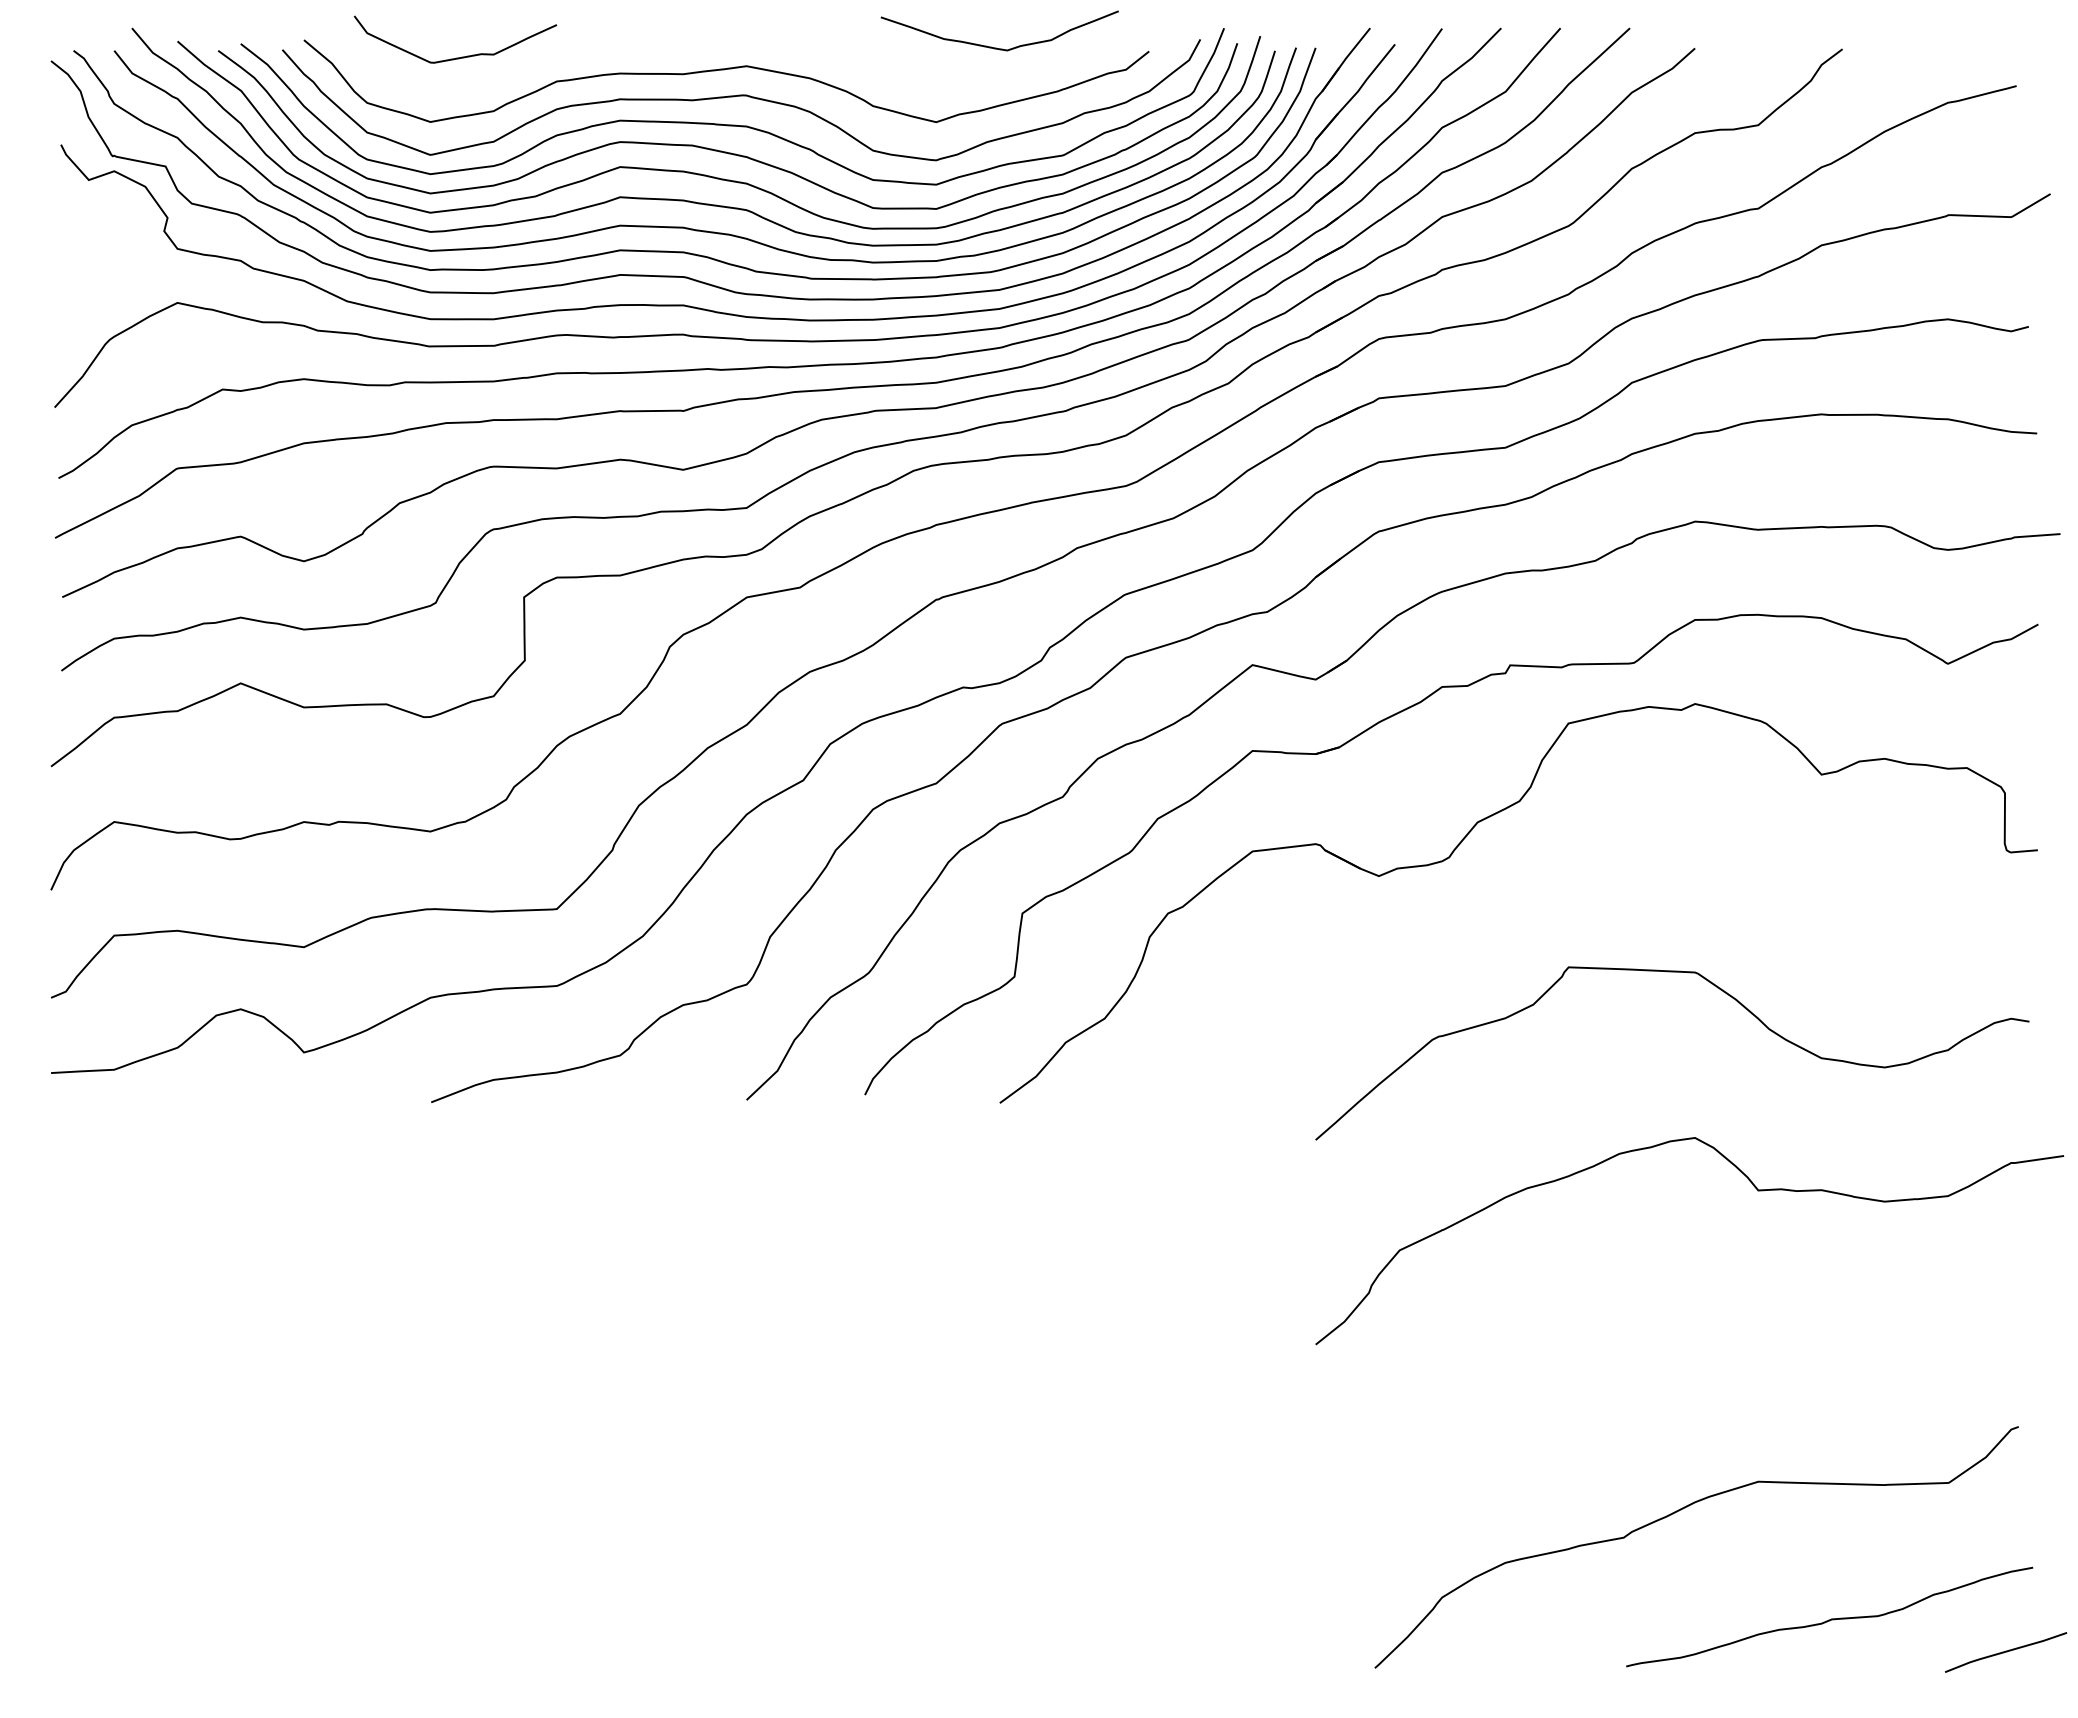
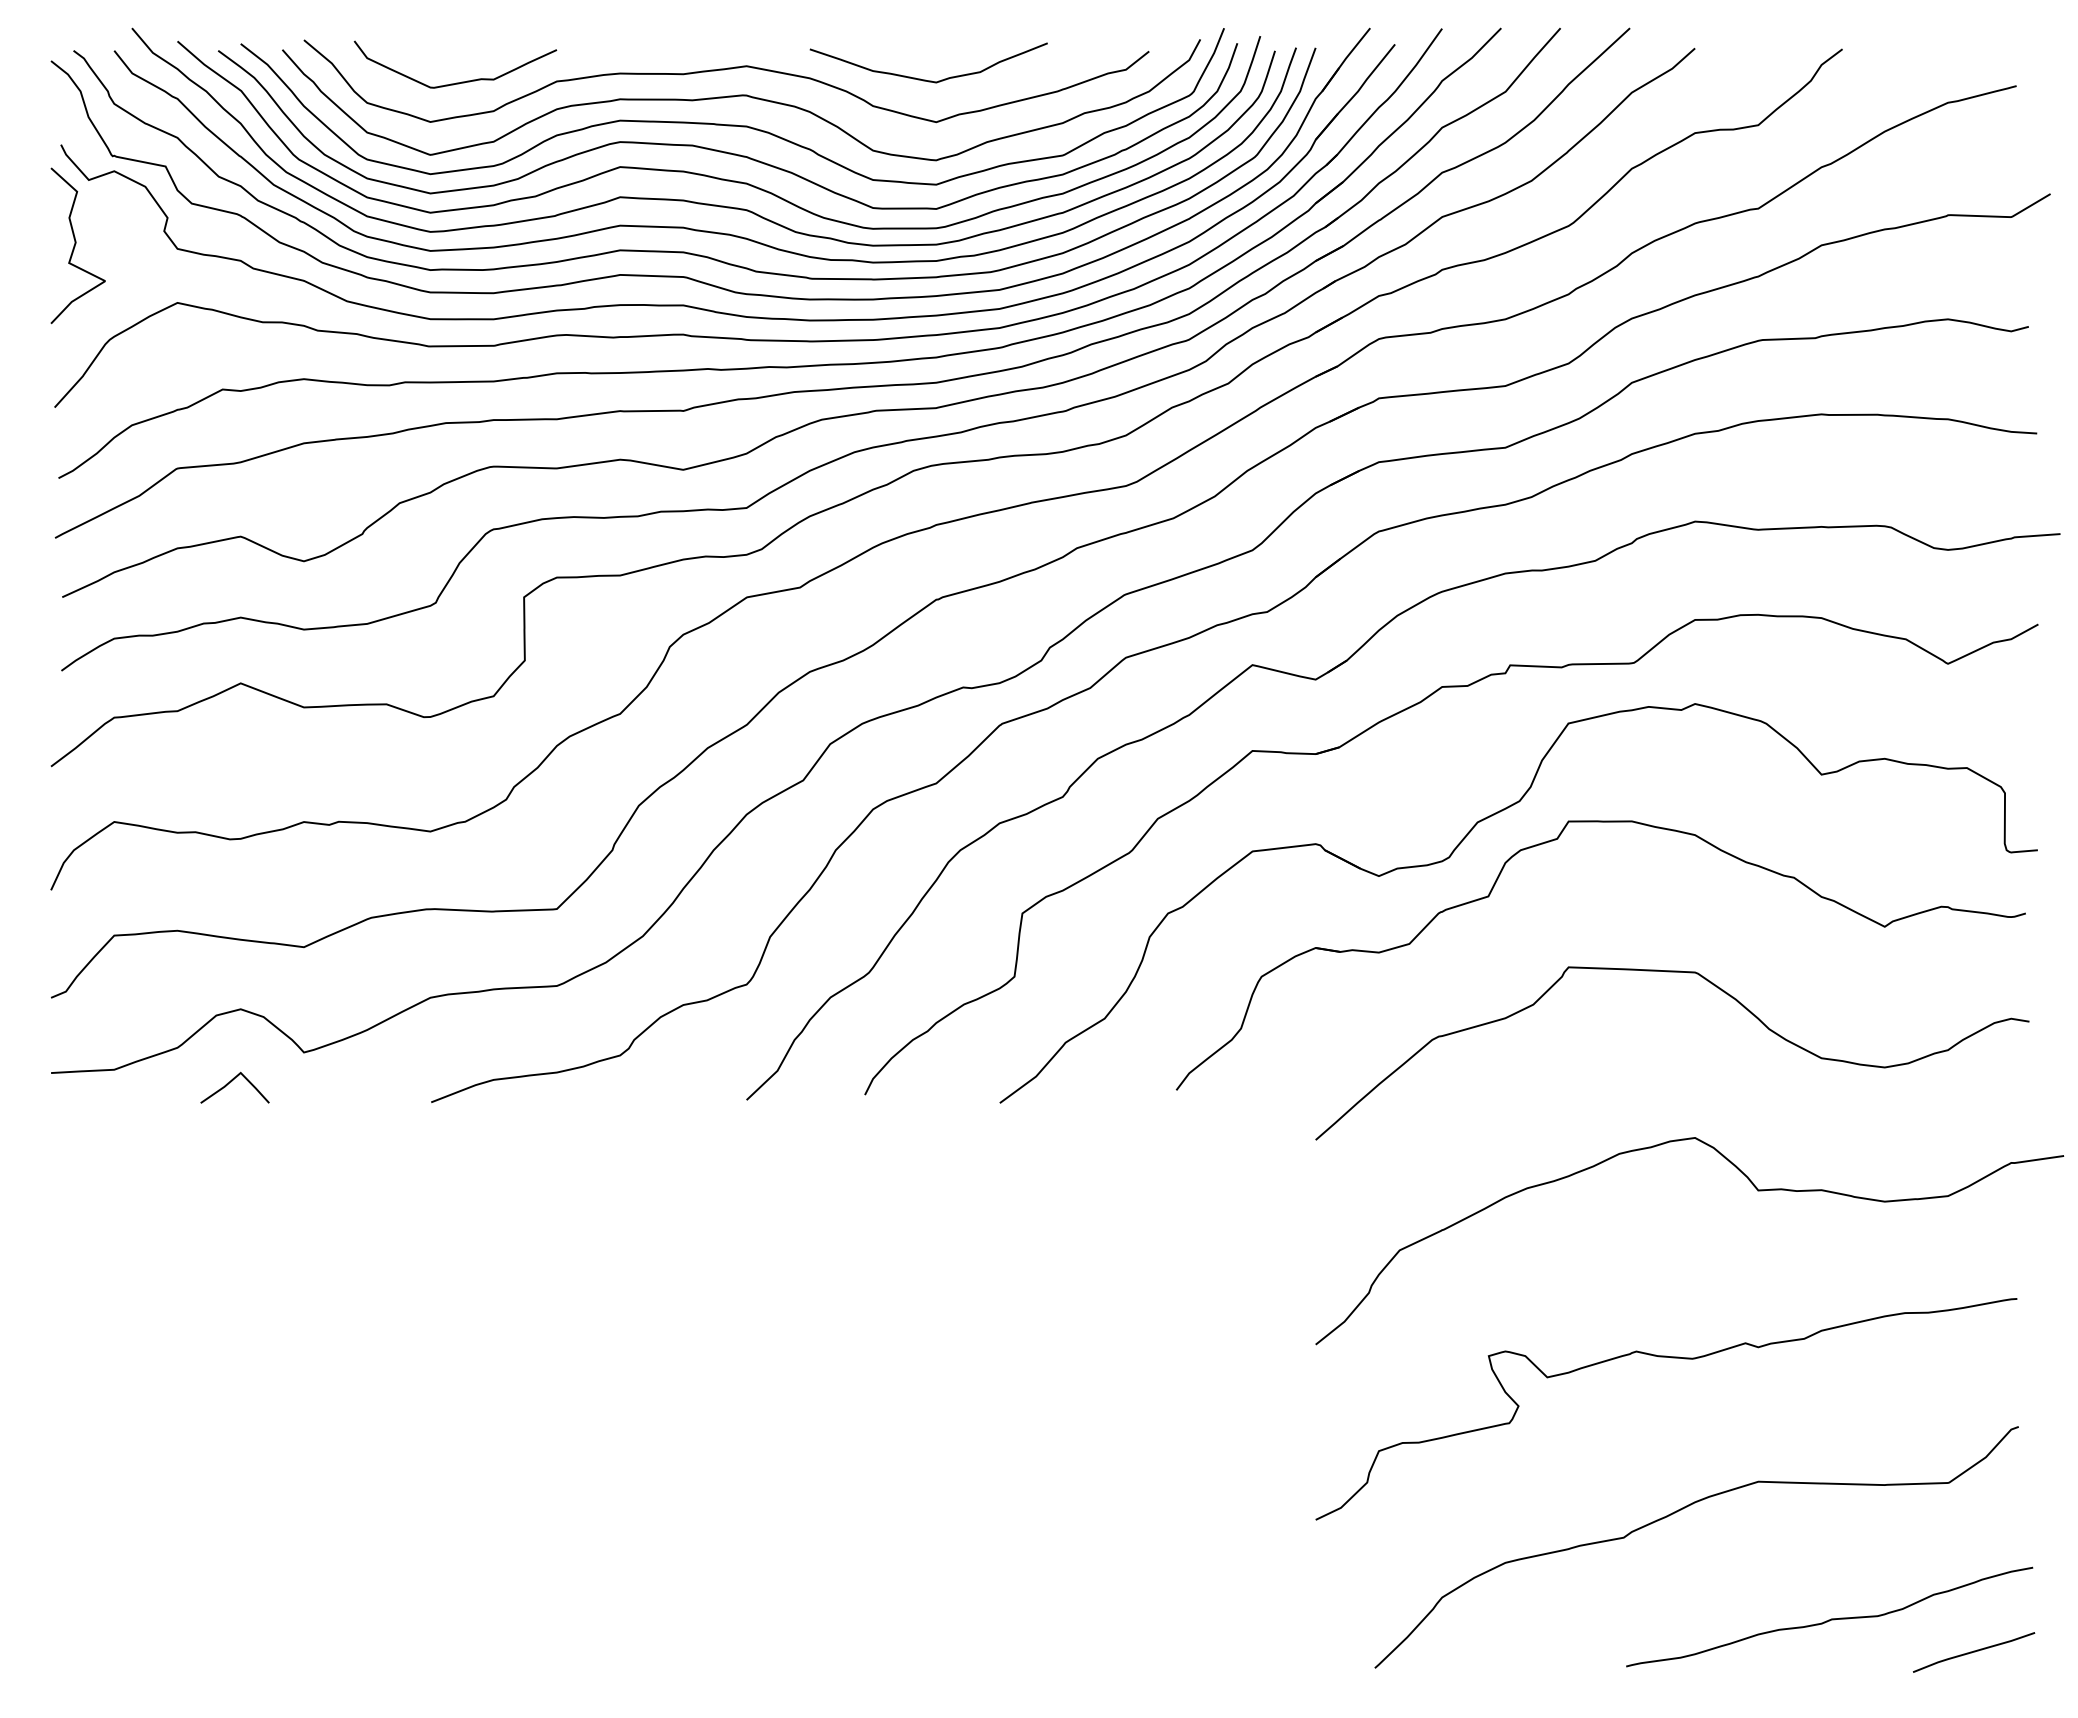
curve at (996, 47) position: (996, 47) -> (925, 79)
curve at (461, 56) position: (461, 56) -> (461, 81)
curve at (76, 244): none -> present
part at (1555, 840): none -> present
line at (231, 1082): none -> present
curve at (1671, 1358): none -> present
curve at (2006, 1652) position: (2006, 1652) -> (1974, 1652)
